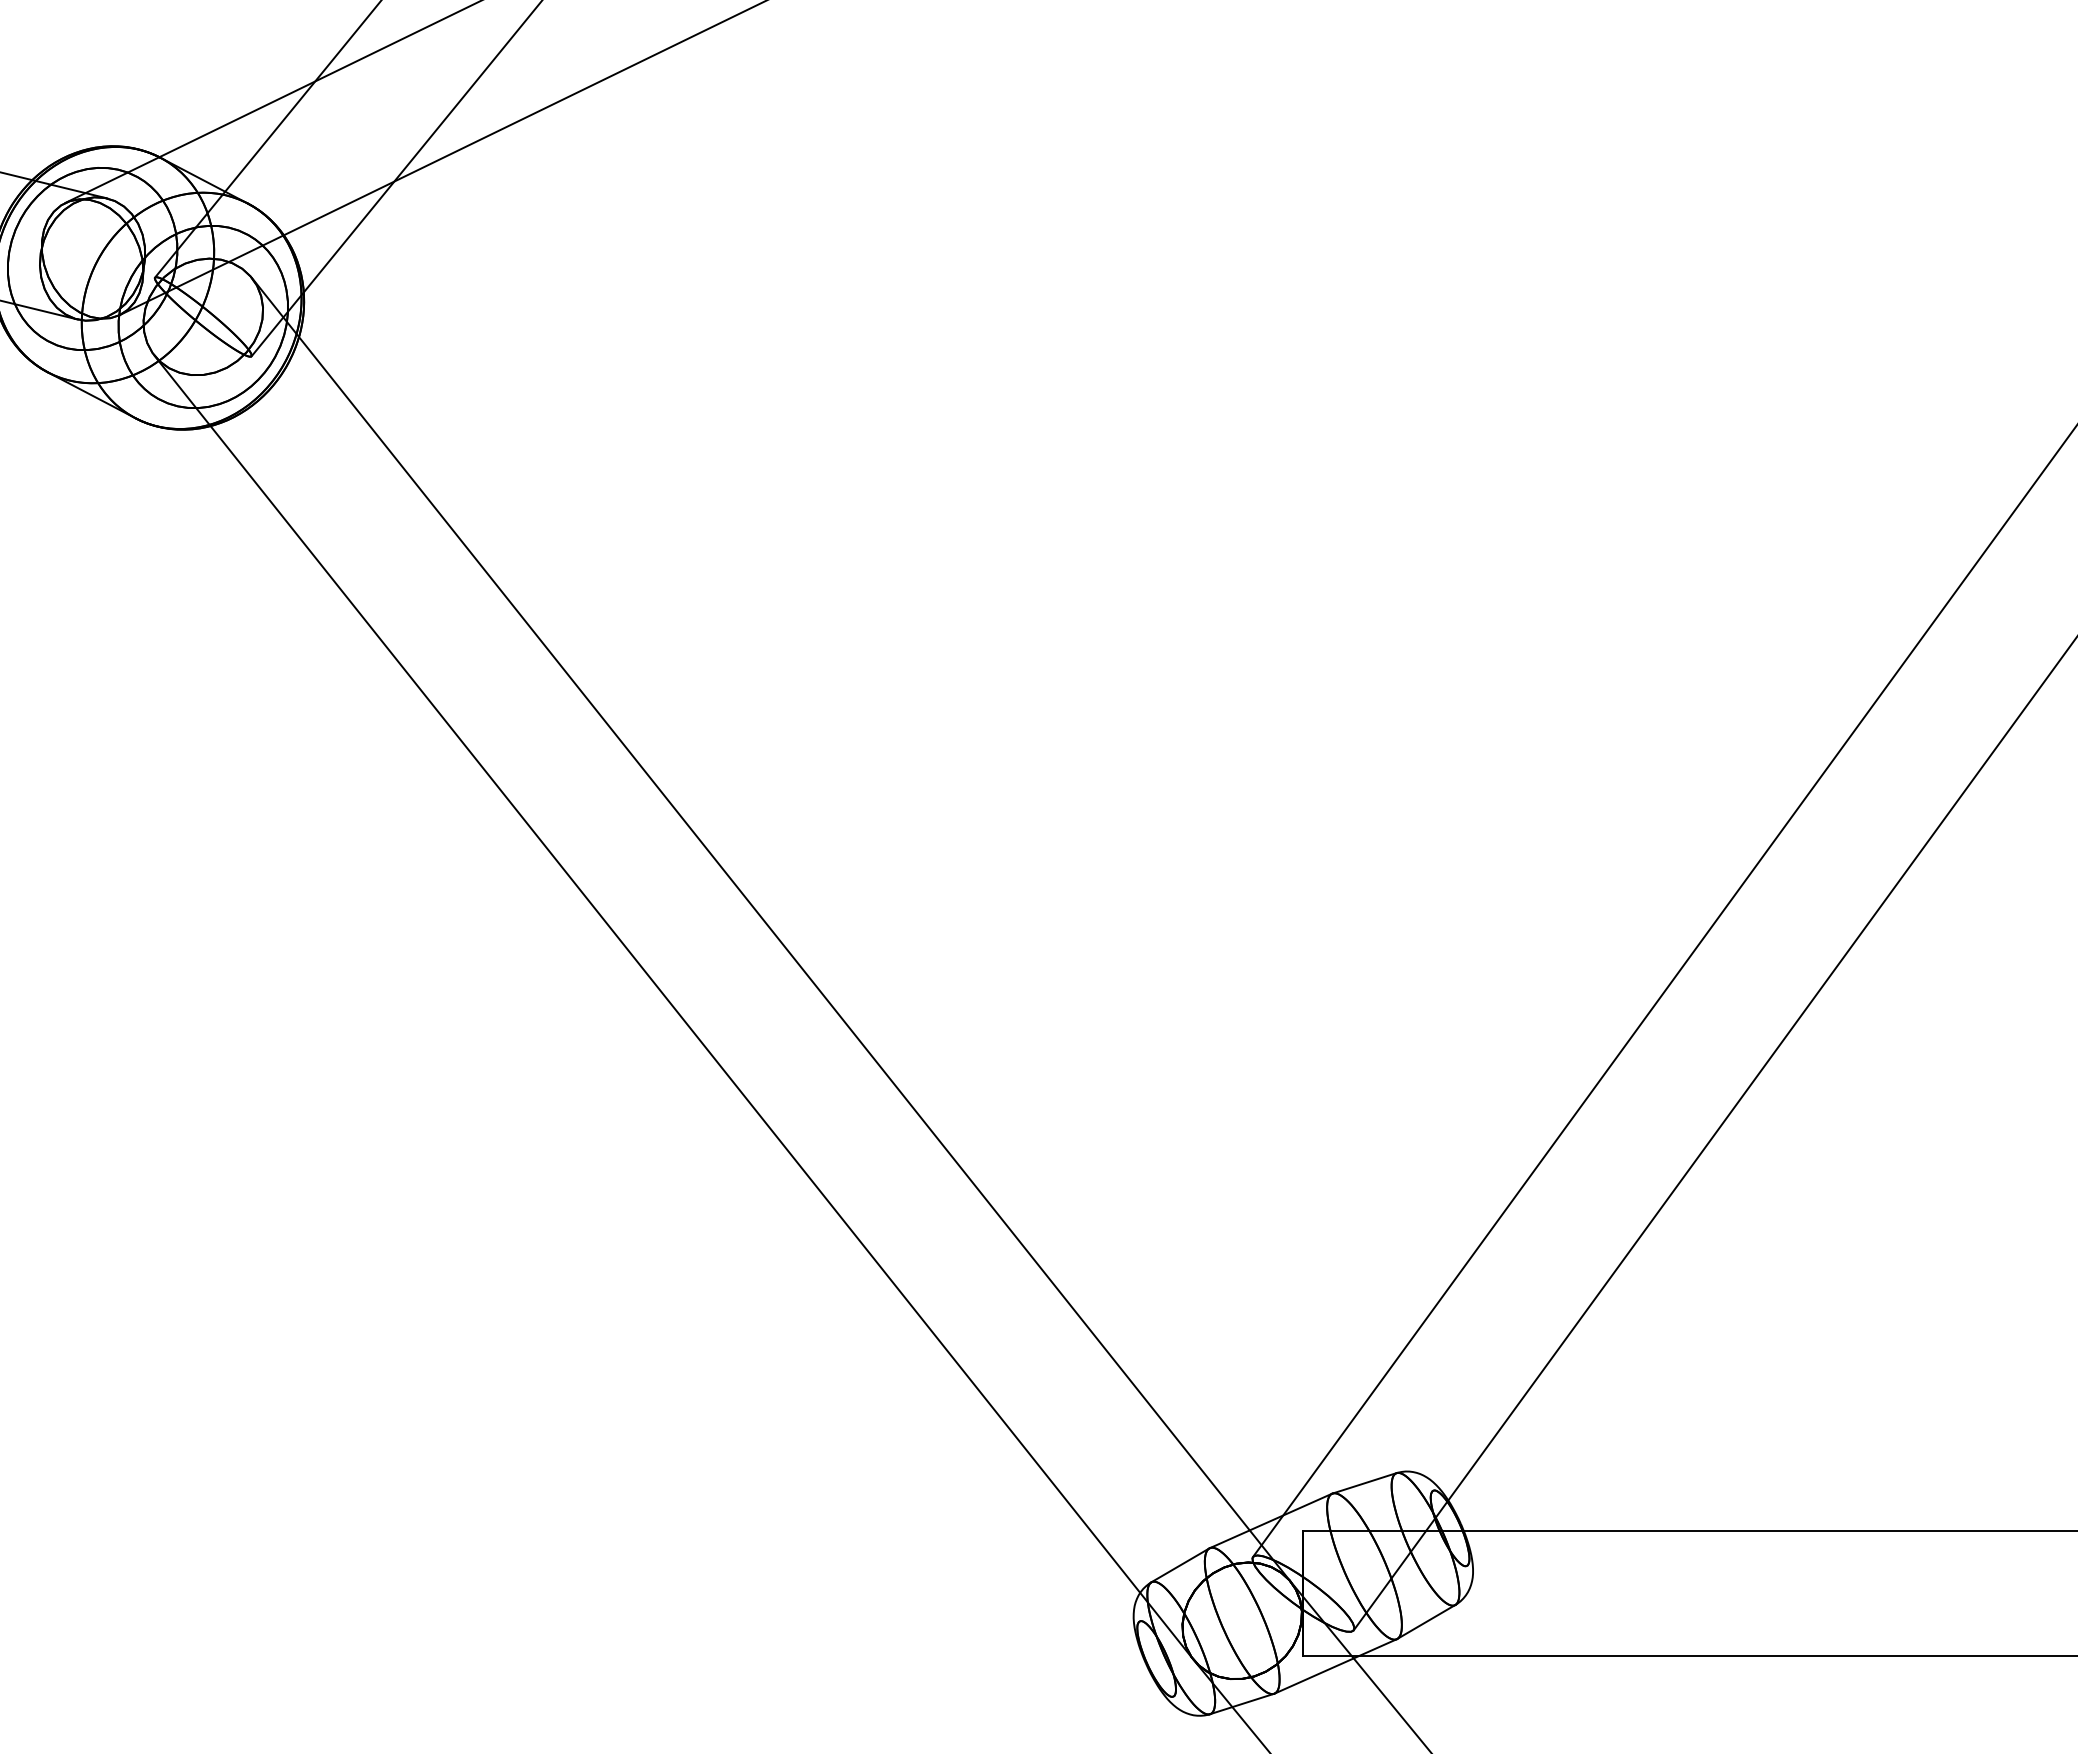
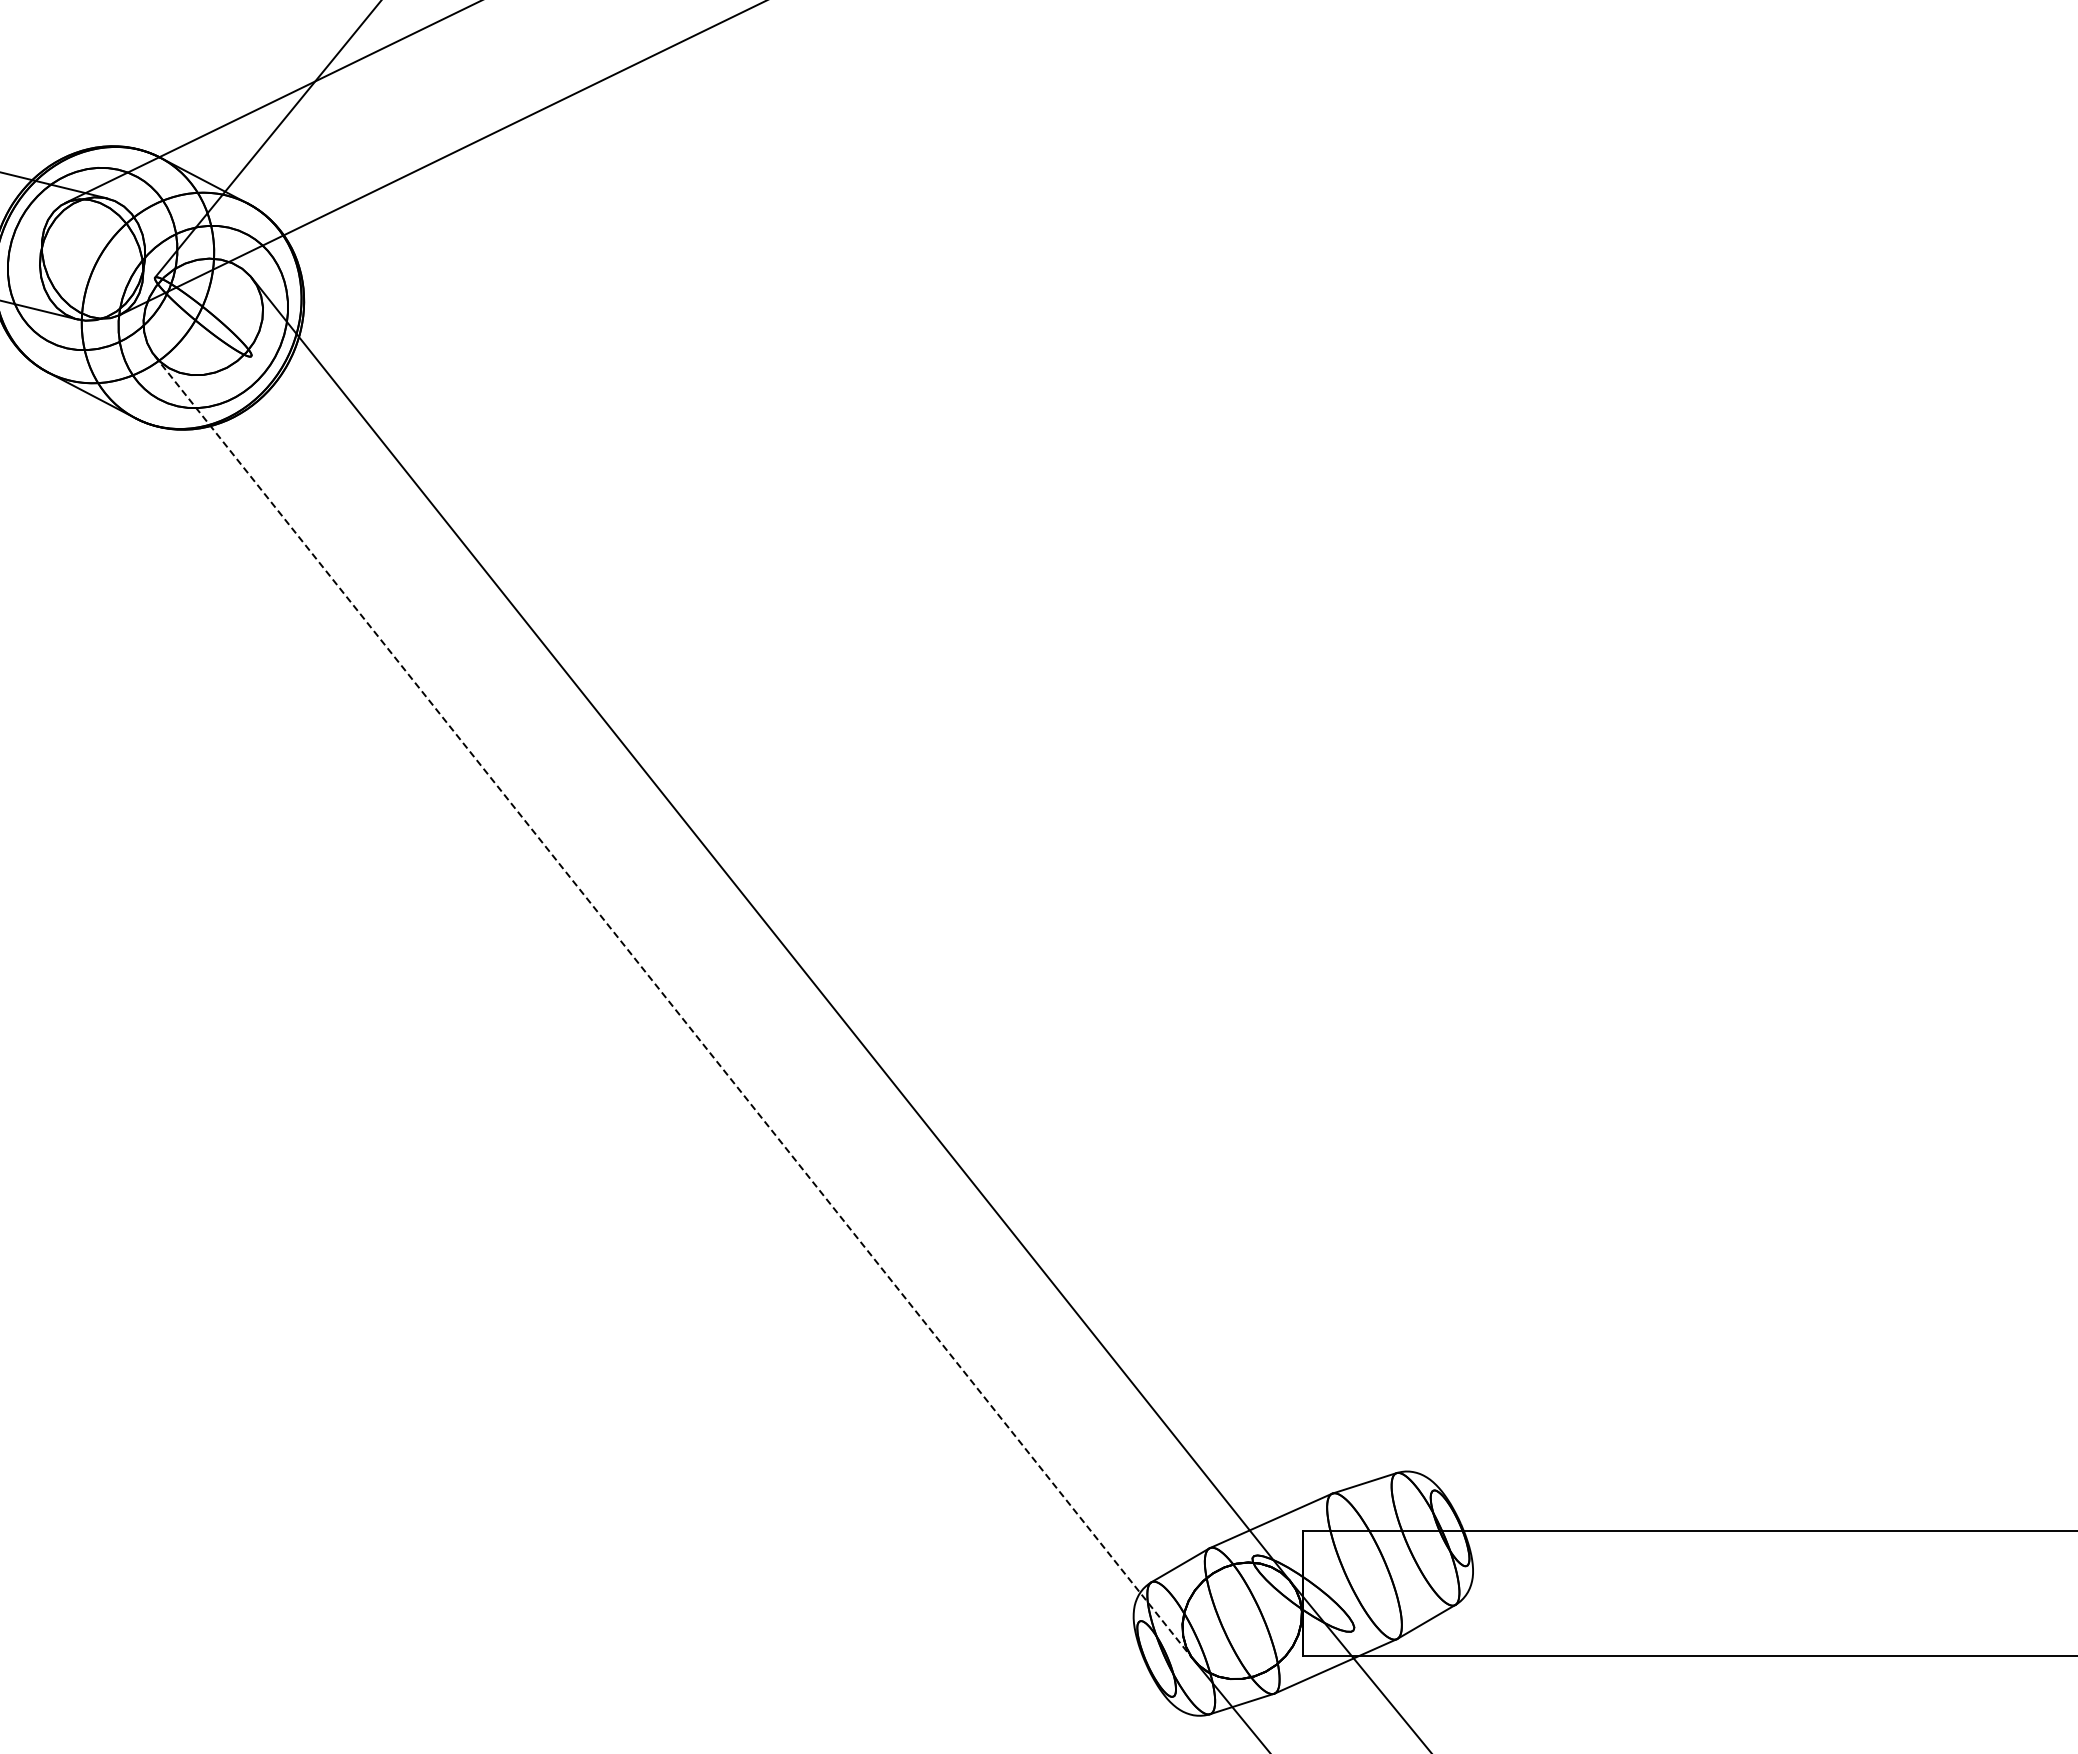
line at (395, 179): present -> none
line at (1663, 992): present -> none
line at (674, 1007): solid -> dashed
line at (1713, 1134): present -> none
